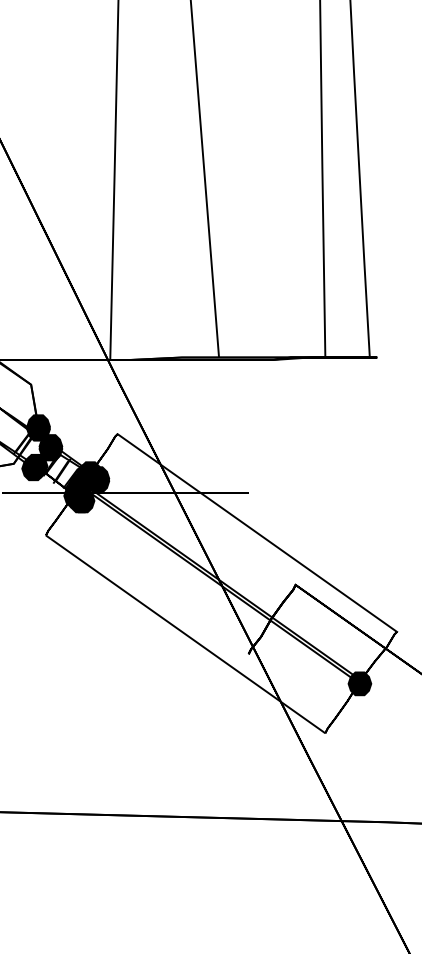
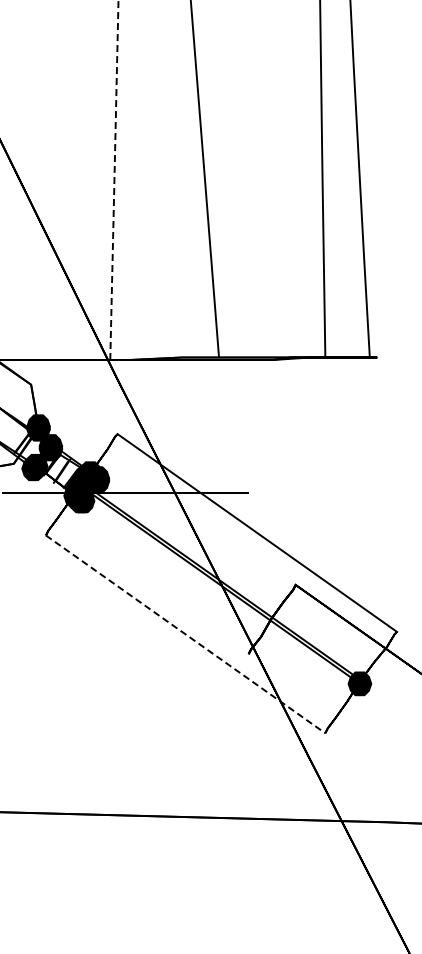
arc at (114, 180): solid -> dashed
line at (186, 634): solid -> dashed
